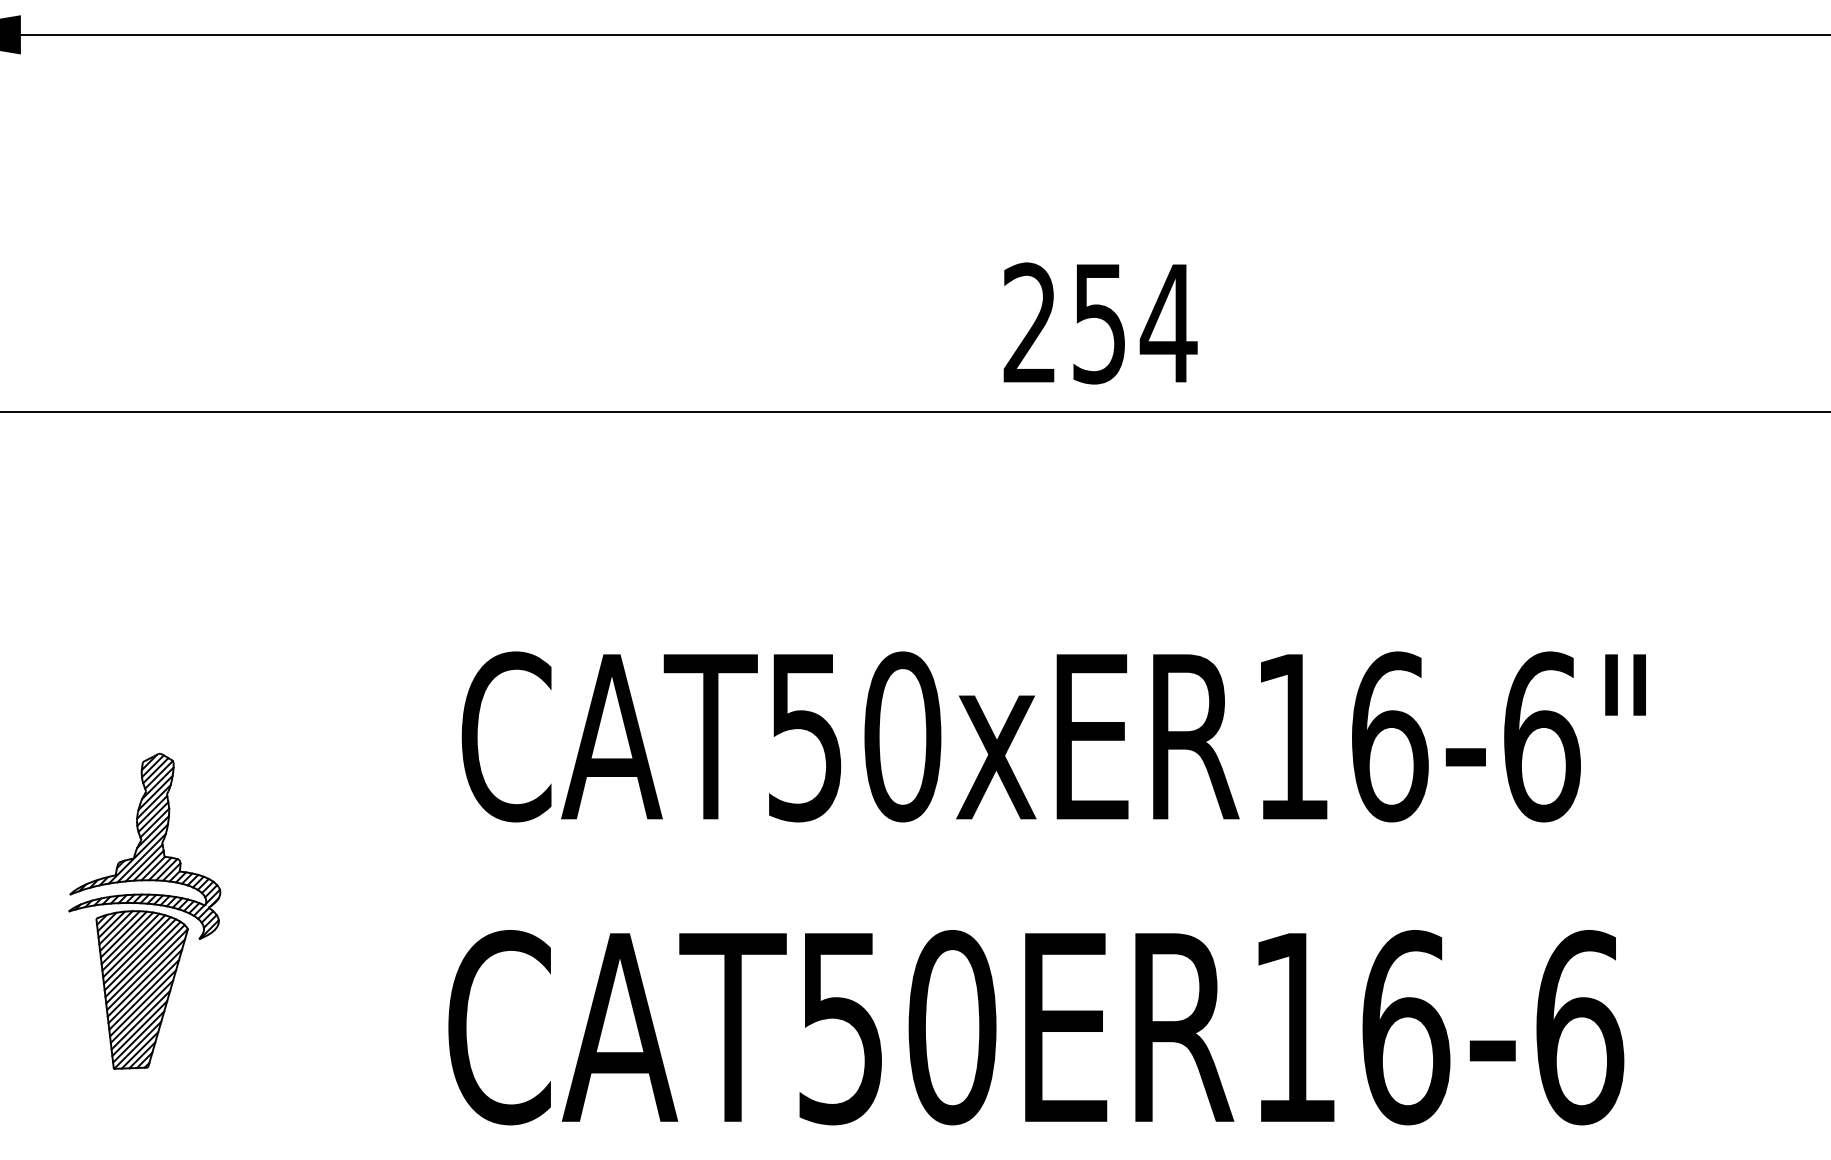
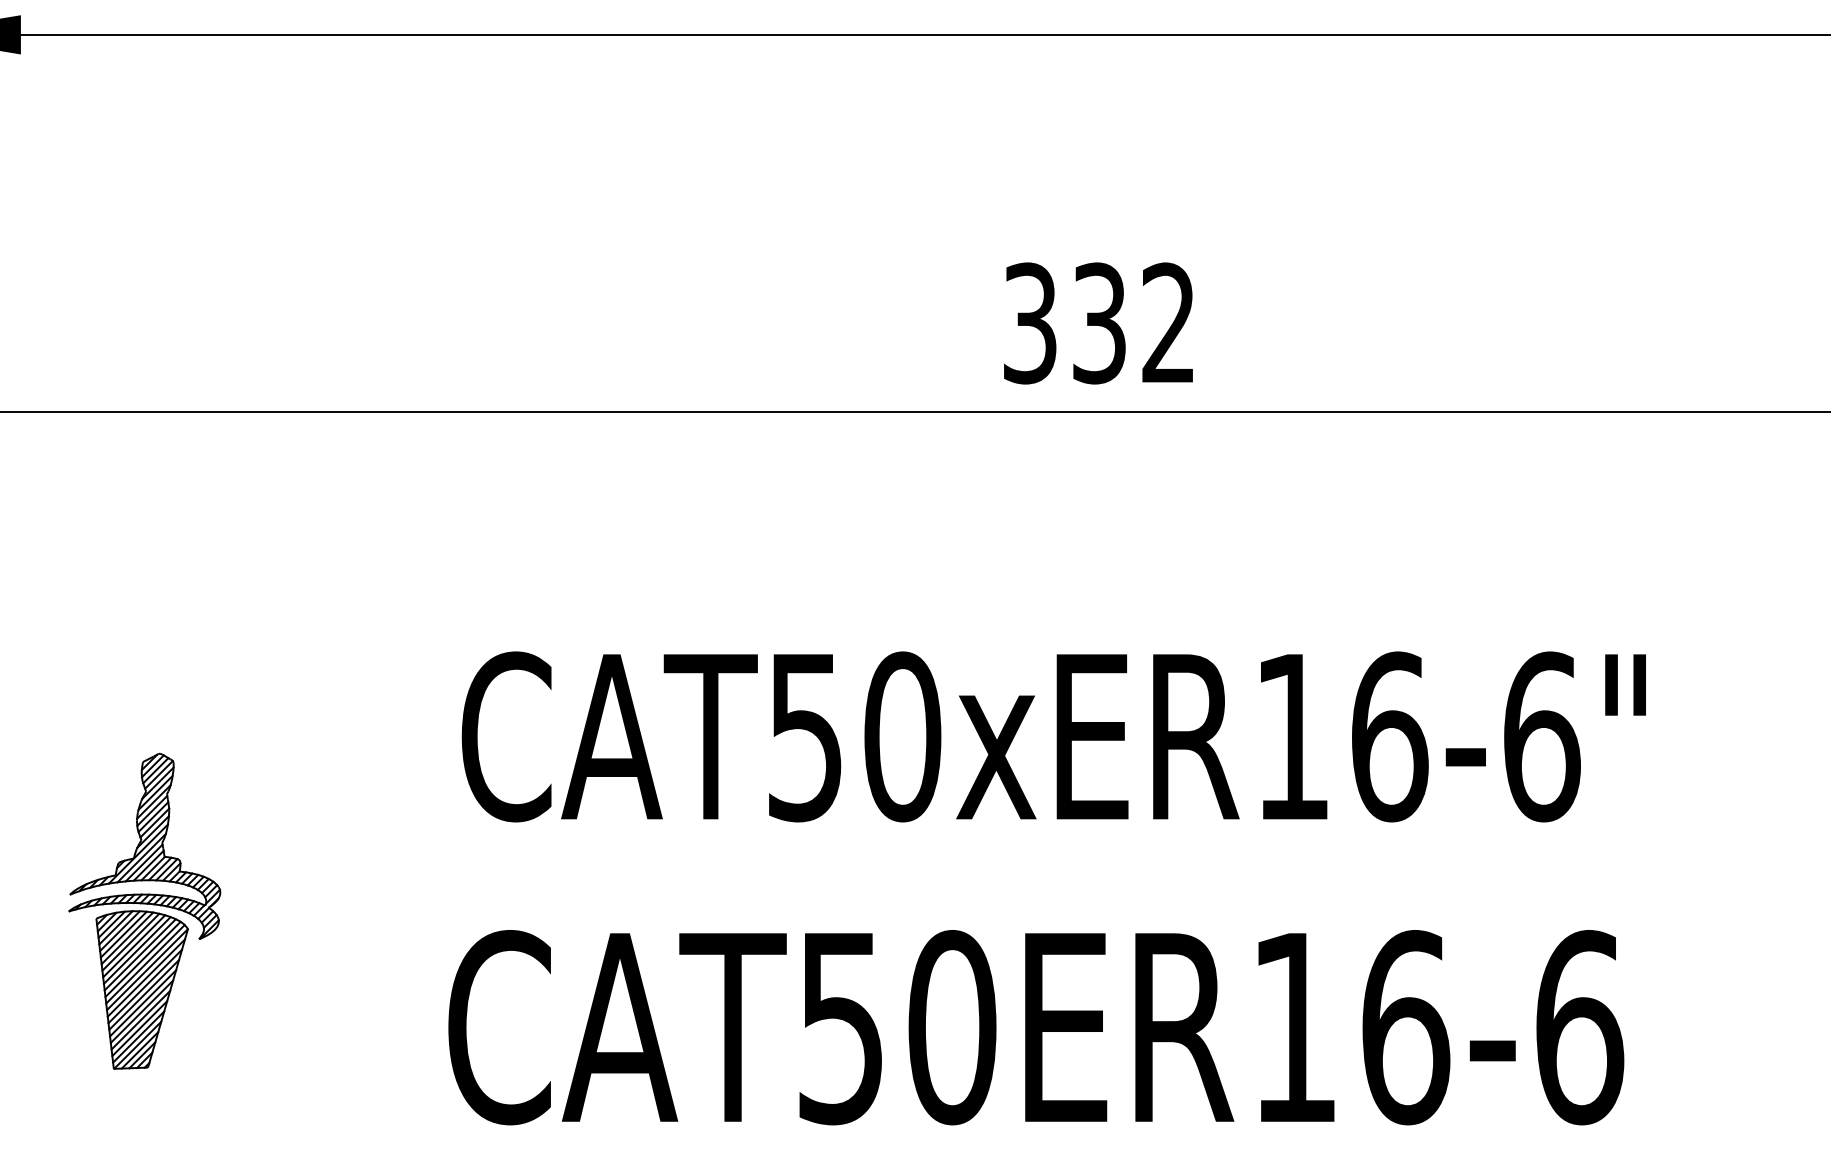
text at (1100, 323): 254 -> 332
